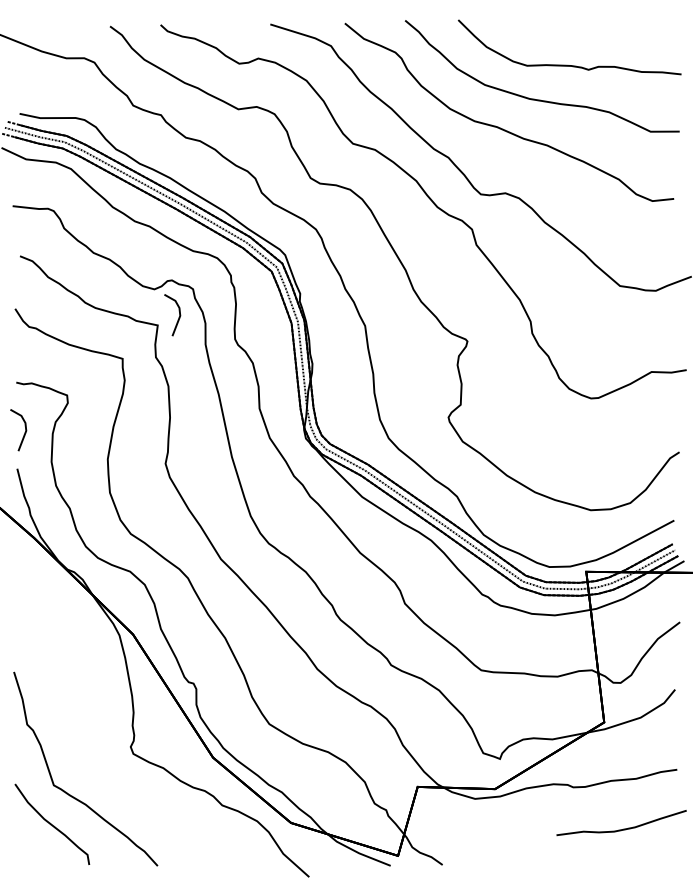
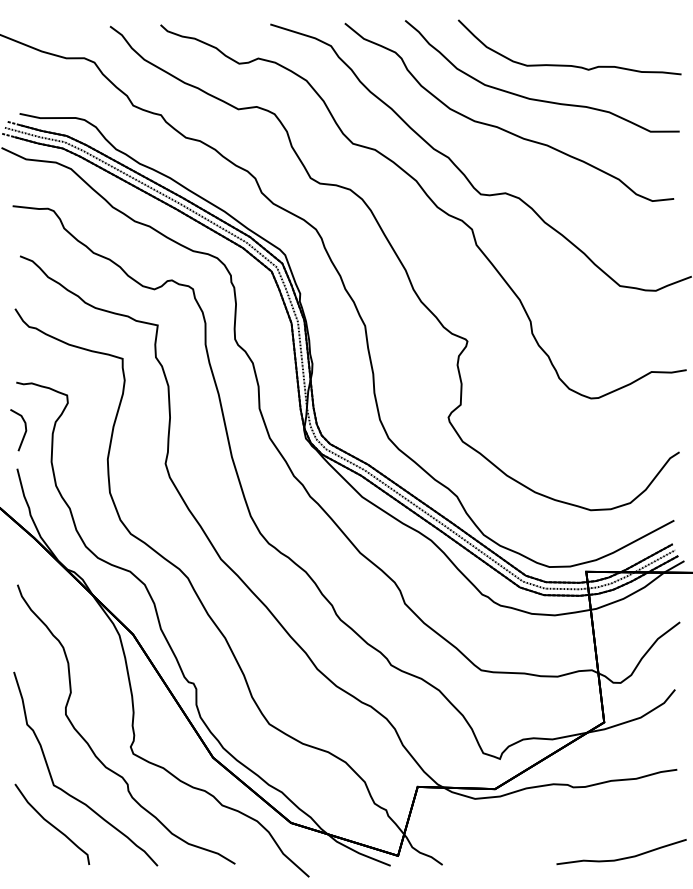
line at (178, 317): present -> none
curve at (91, 747): none -> present
curve at (623, 828) position: (623, 828) -> (623, 857)
